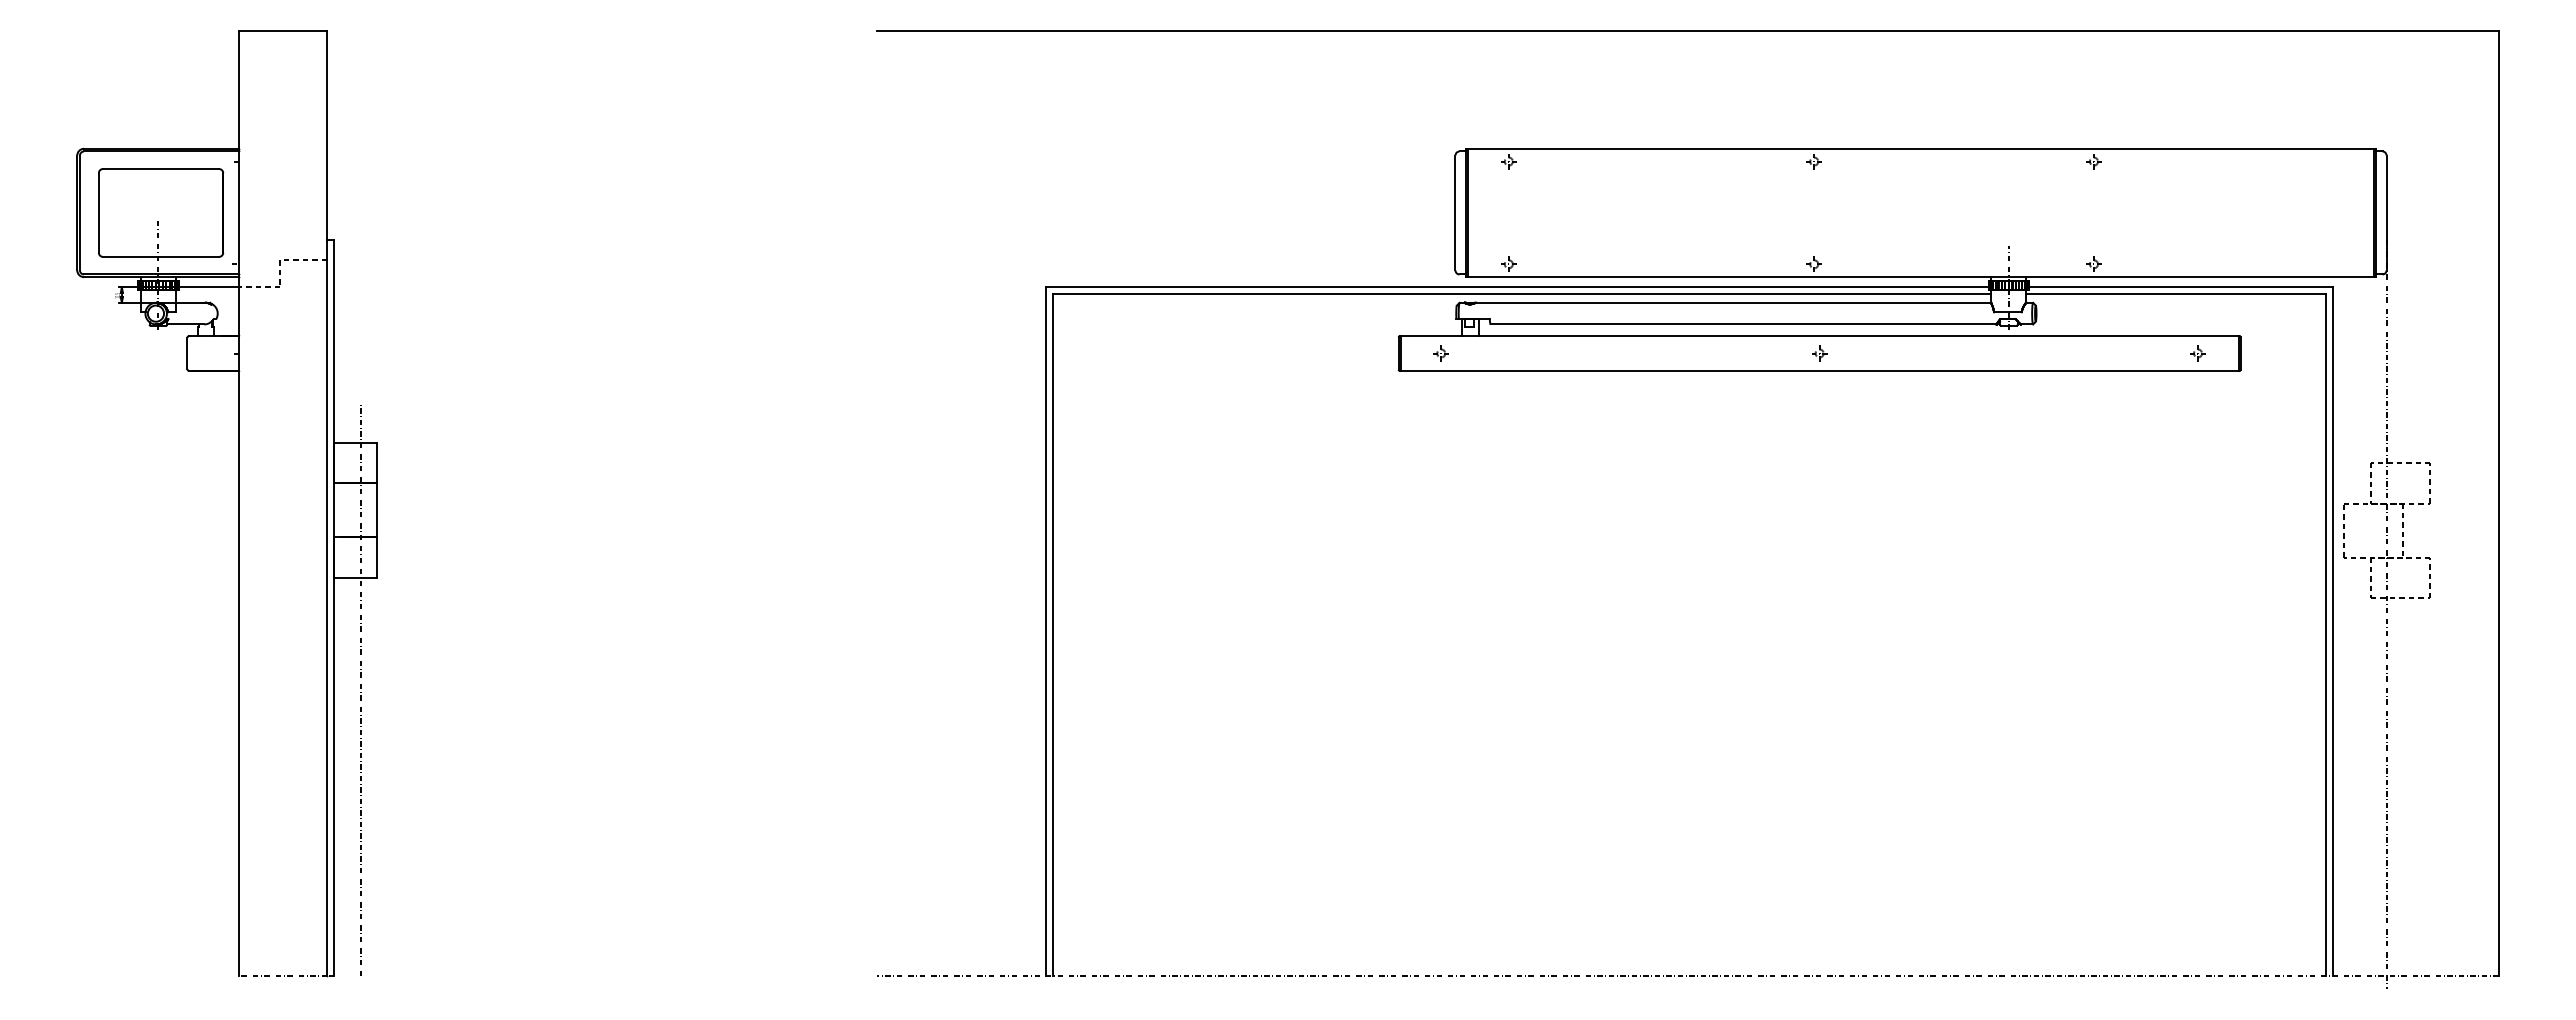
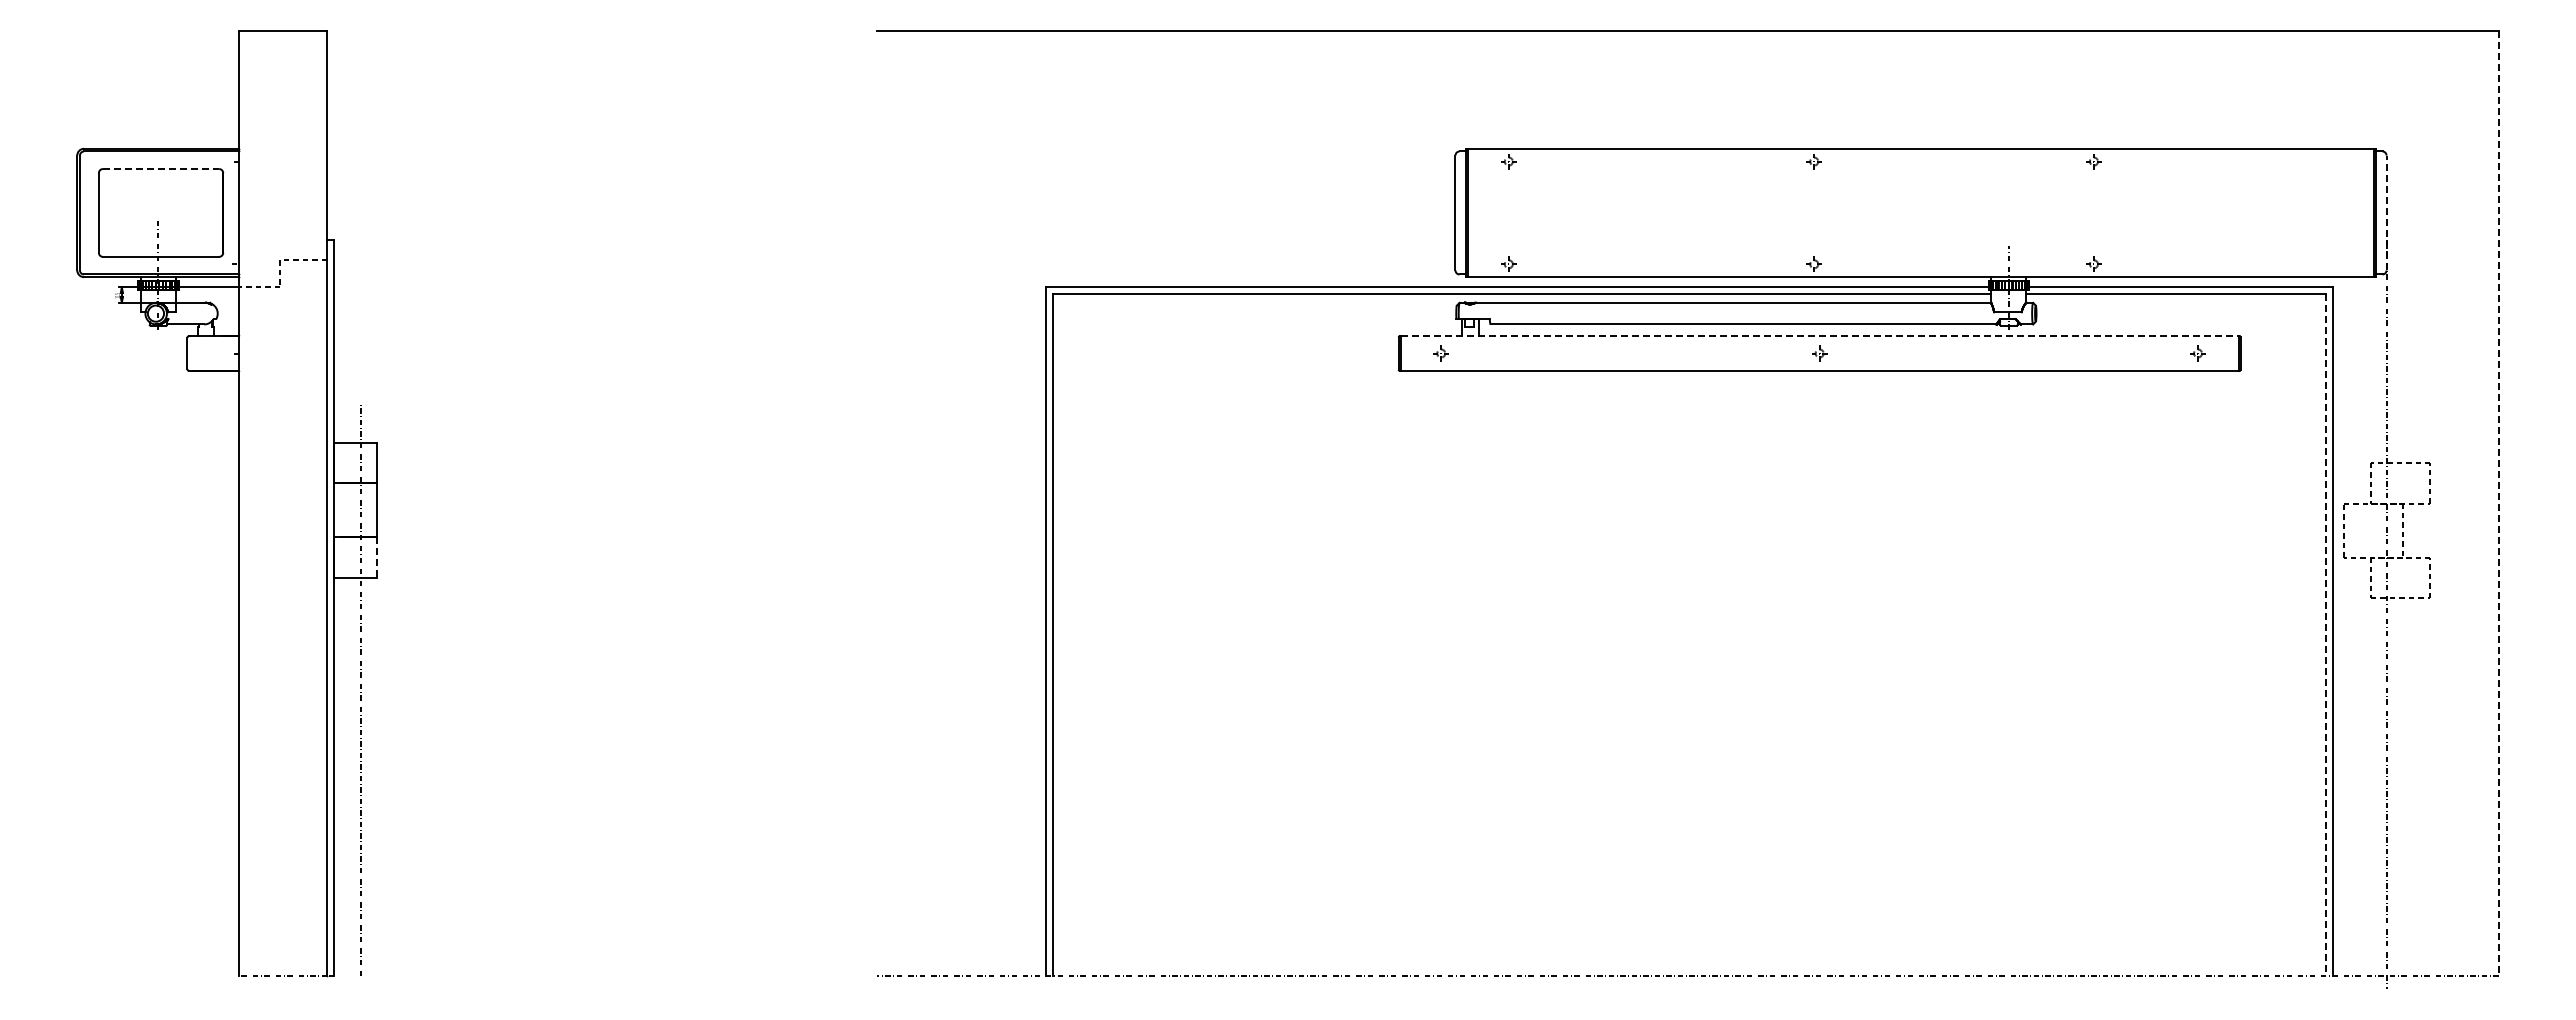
line at (161, 169): solid -> dashed
line at (2386, 212): solid -> dashed
line at (1819, 335): solid -> dashed
line at (2498, 503): solid -> dashed
line at (377, 558): solid -> dashed
line at (2326, 635): solid -> dashed
